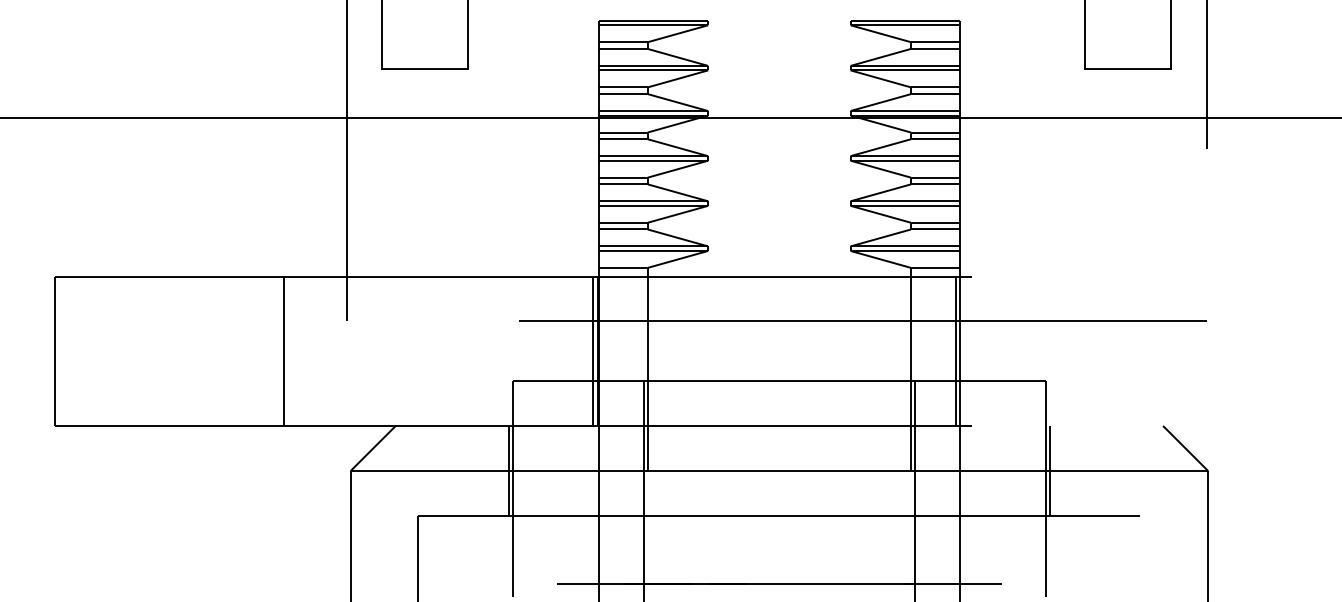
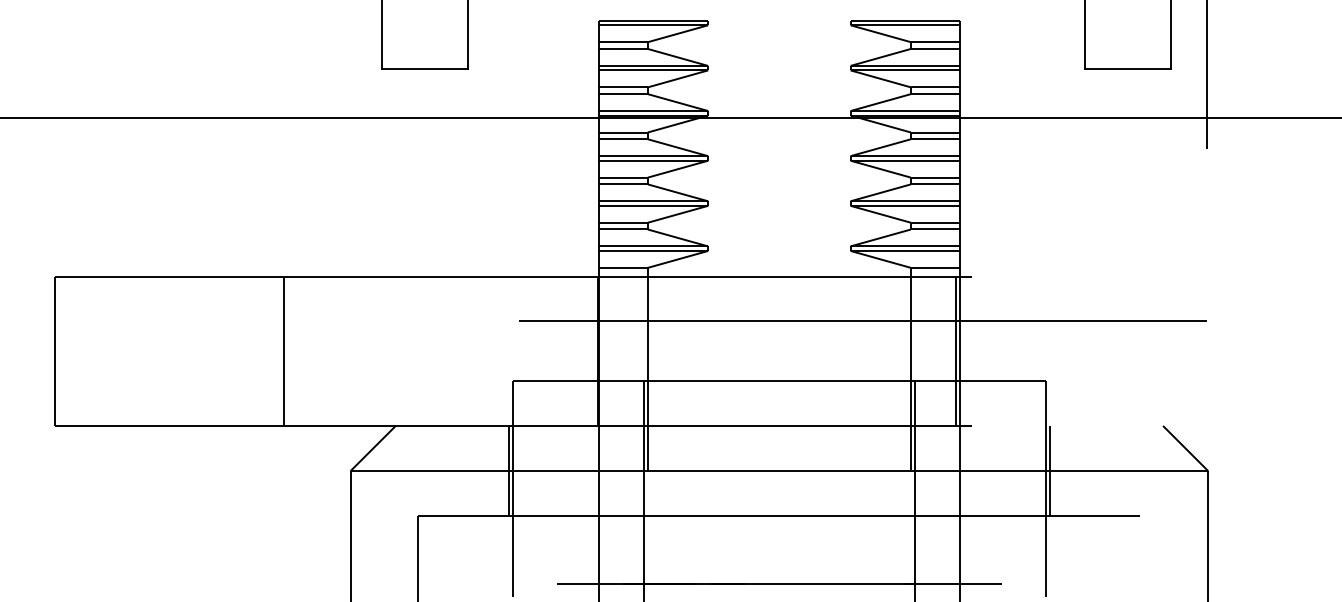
line at (346, 161): present -> none
line at (593, 351): present -> none
